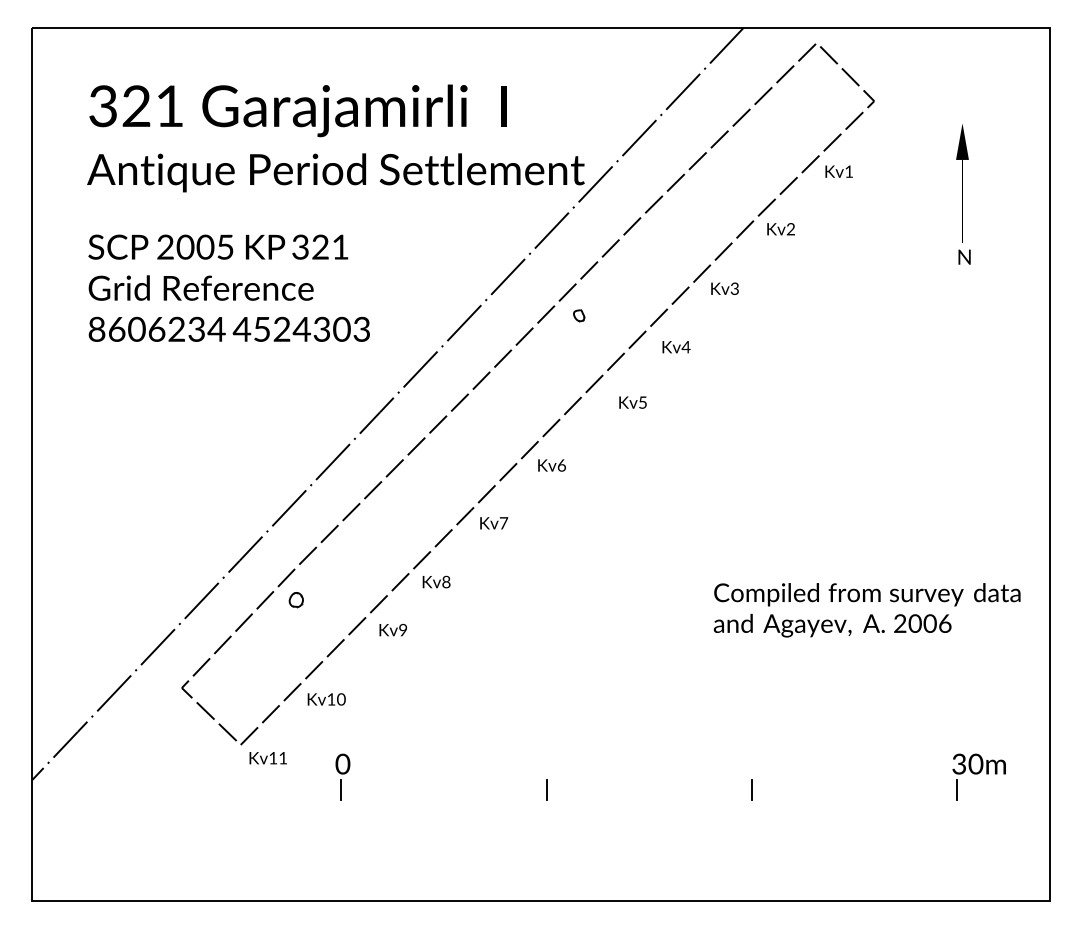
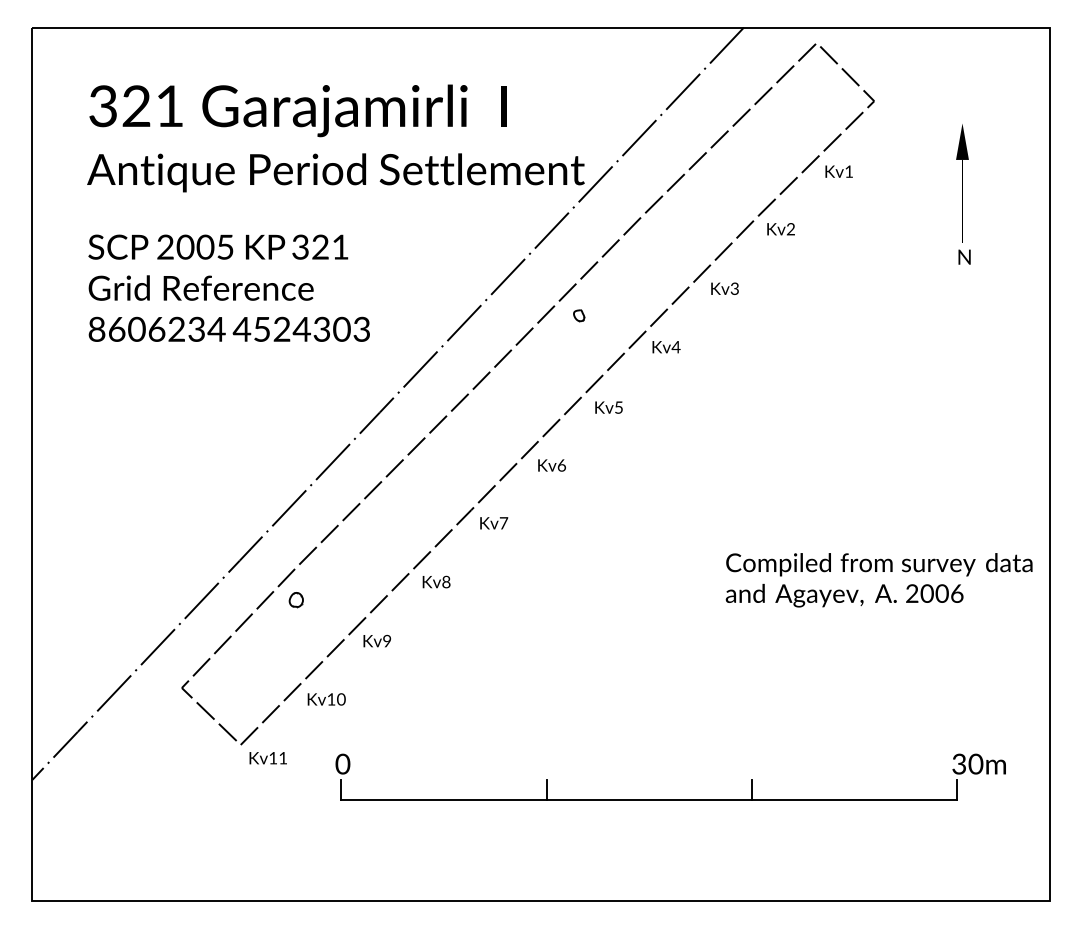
text at (676, 347) position: (676, 347) -> (666, 347)
text at (632, 402) position: (632, 402) -> (608, 407)
text at (866, 610) position: (866, 610) -> (878, 580)
text at (392, 629) position: (392, 629) -> (376, 640)
line at (649, 800): none -> present
